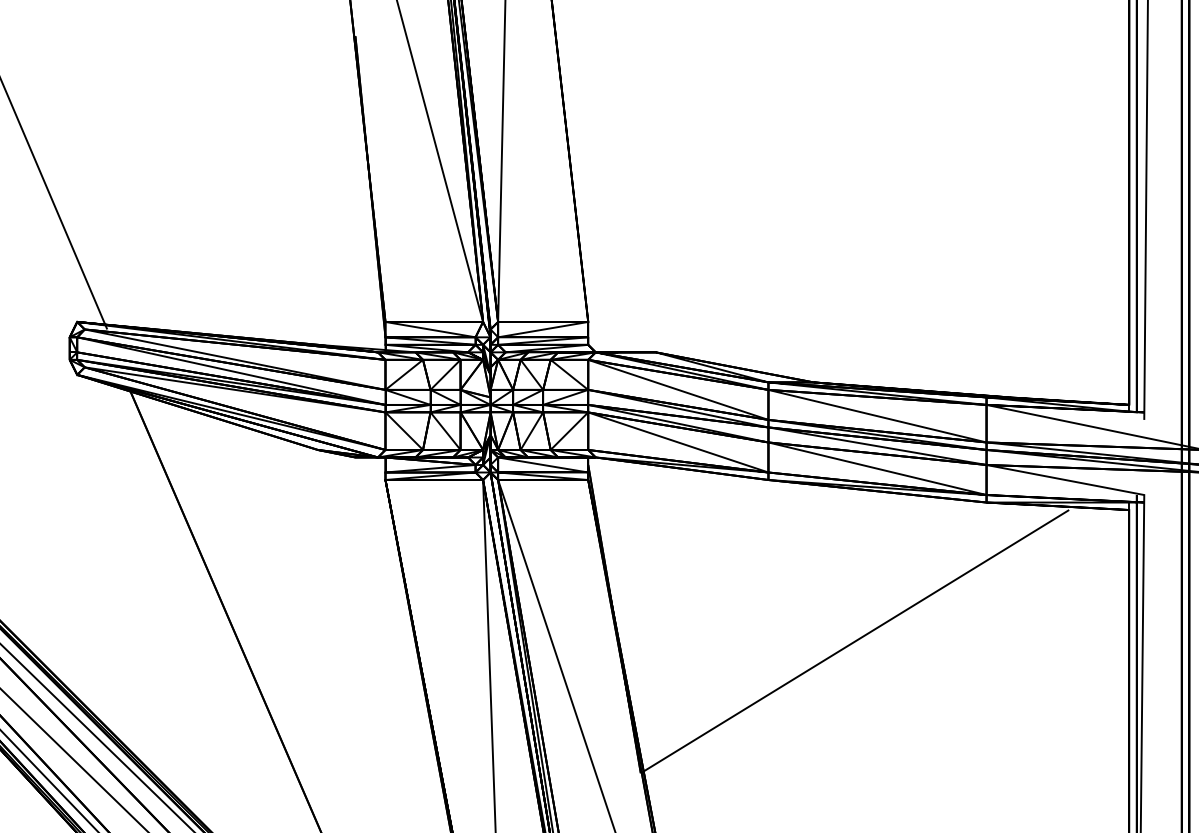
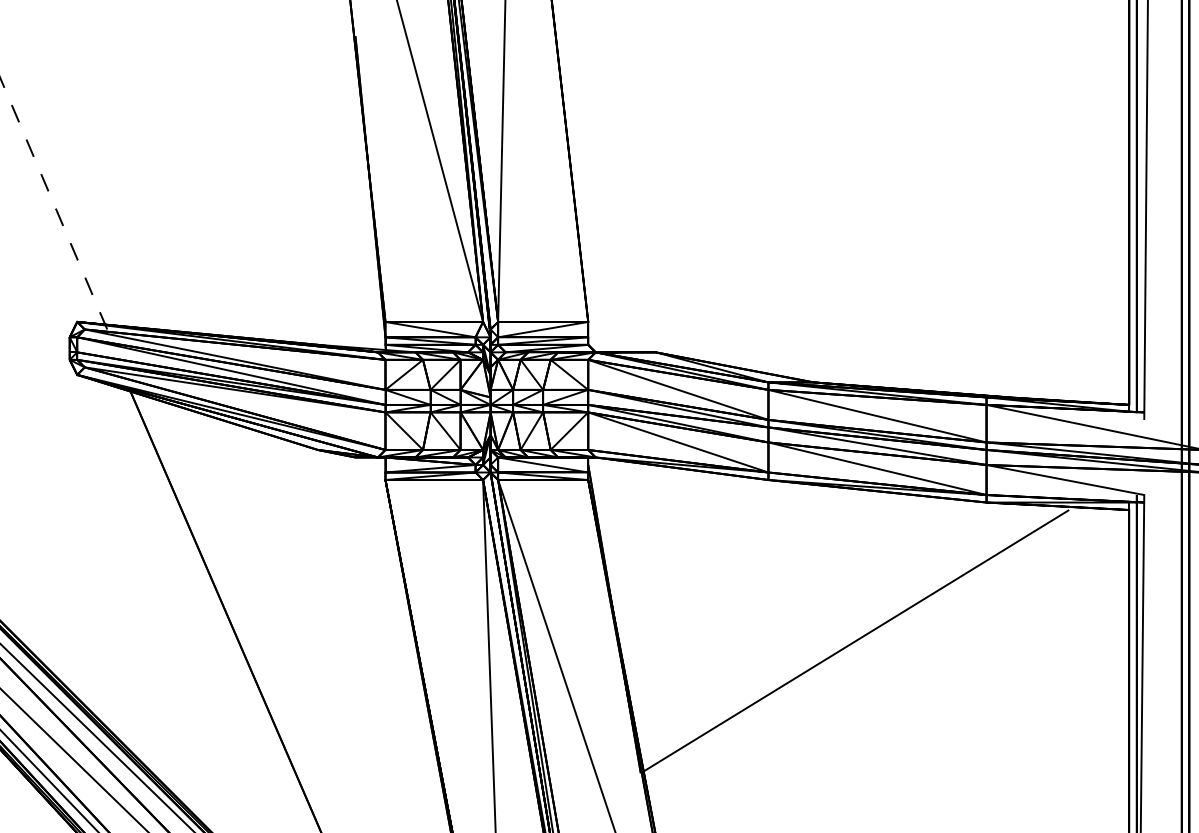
line at (53, 203): solid -> dashed
